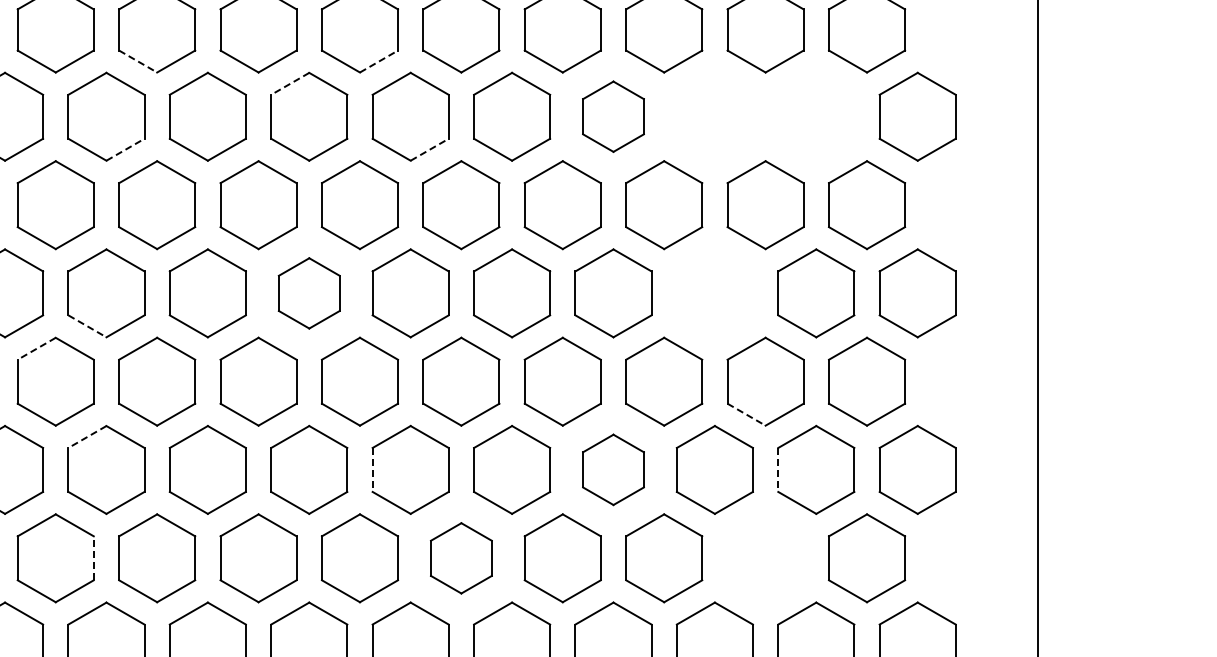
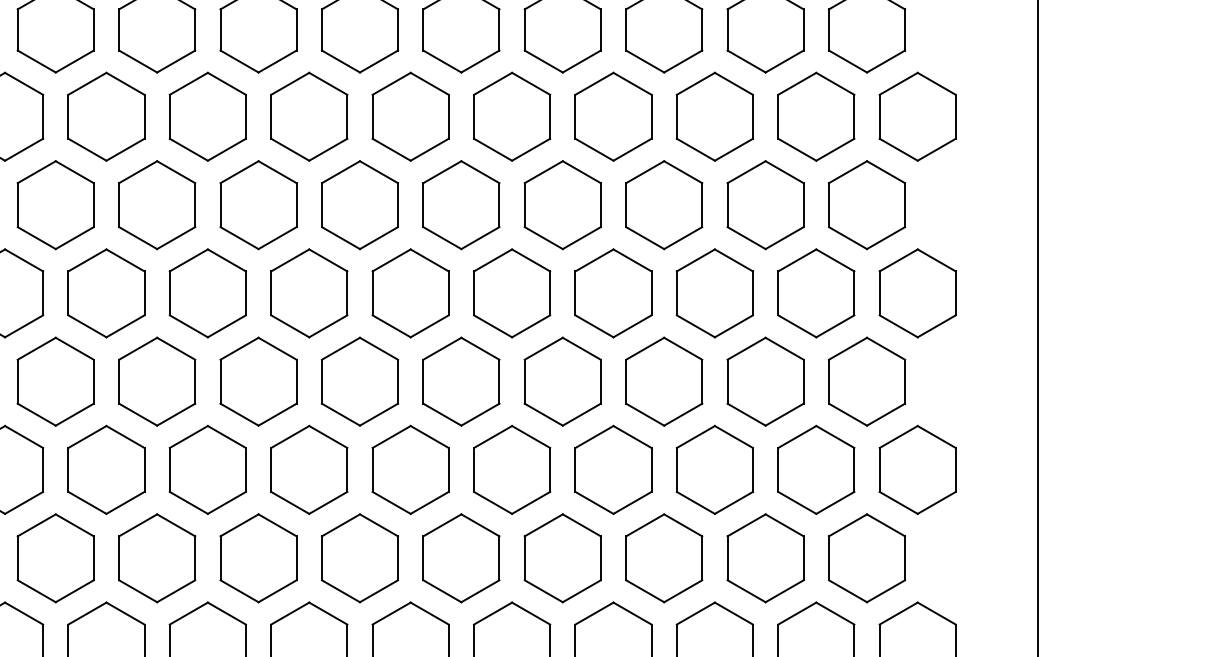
line at (138, 61): dashed -> solid
line at (379, 61): dashed -> solid
line at (290, 83): dashed -> solid
part at (613, 116) size: 63x73 px -> 79x91 px
part at (714, 116): none -> present
part at (816, 116): none -> present
line at (125, 149): dashed -> solid
line at (429, 149): dashed -> solid
part at (308, 293) size: 64x73 px -> 79x91 px
part at (714, 293): none -> present
line at (87, 326): dashed -> solid
line at (36, 348): dashed -> solid
line at (746, 414): dashed -> solid
line at (87, 437): dashed -> solid
line at (372, 469): dashed -> solid
part at (613, 469) size: 63x74 px -> 79x91 px
line at (778, 469): dashed -> solid
line at (93, 558): dashed -> solid
part at (461, 558) size: 63x73 px -> 79x91 px
part at (765, 558): none -> present
